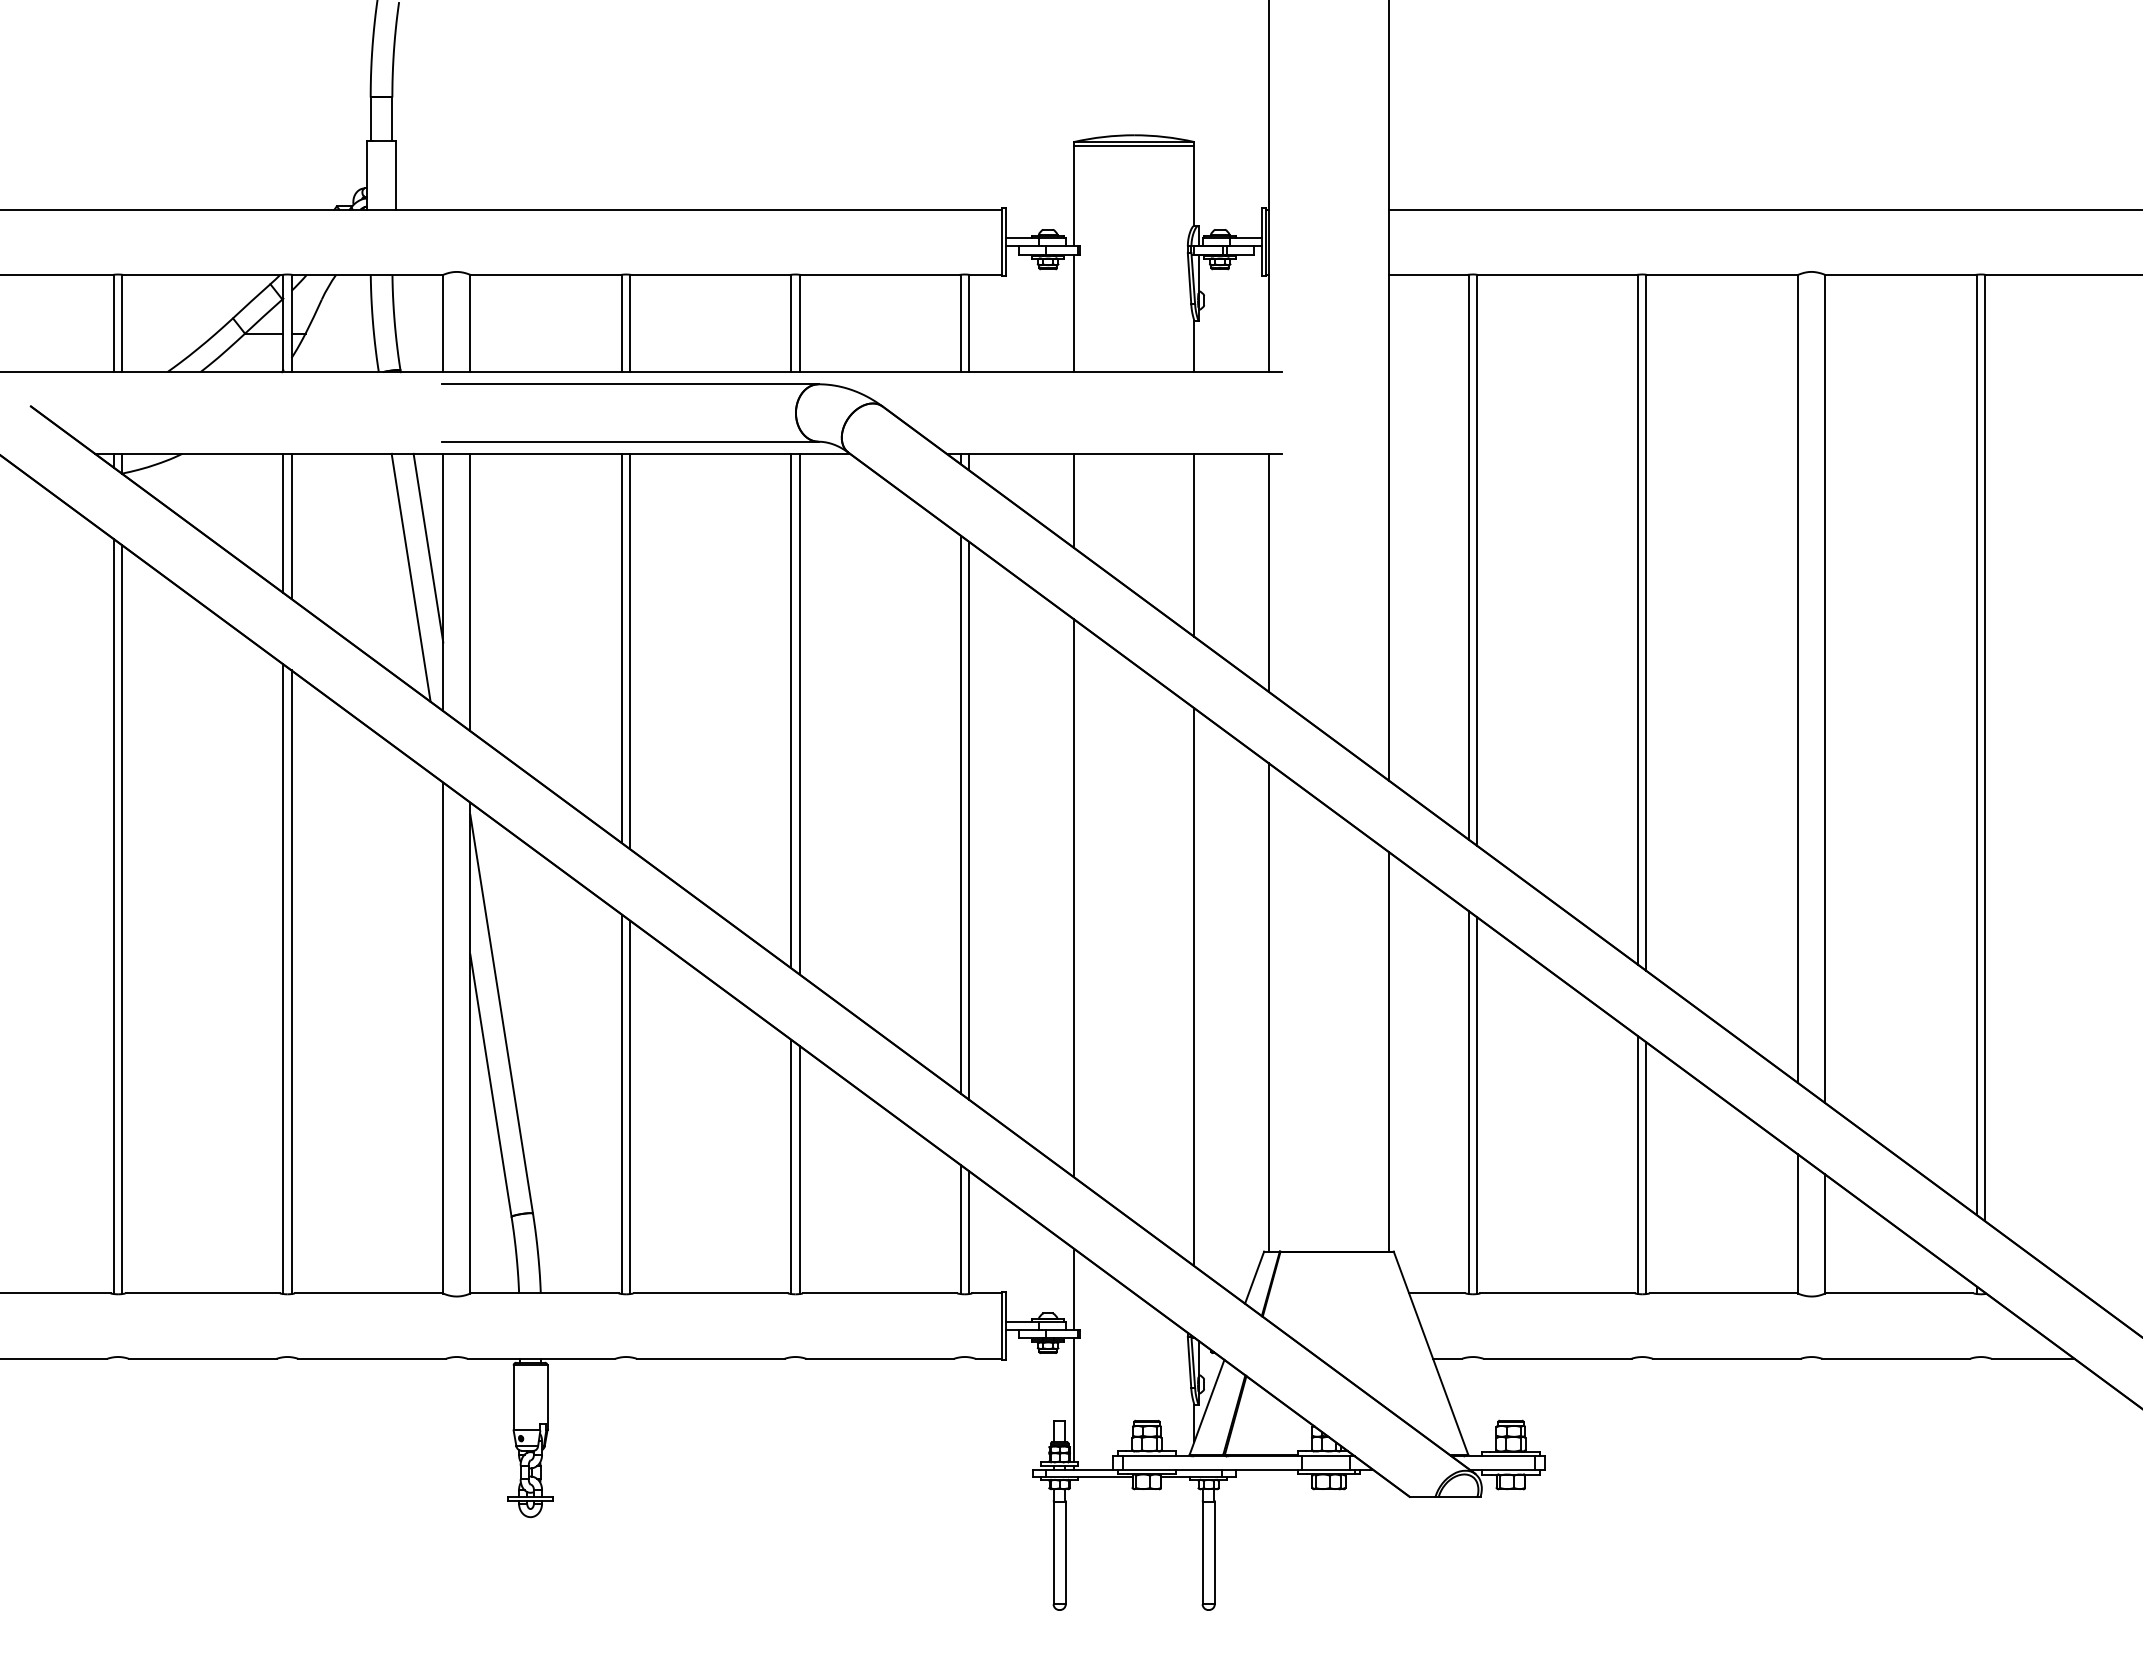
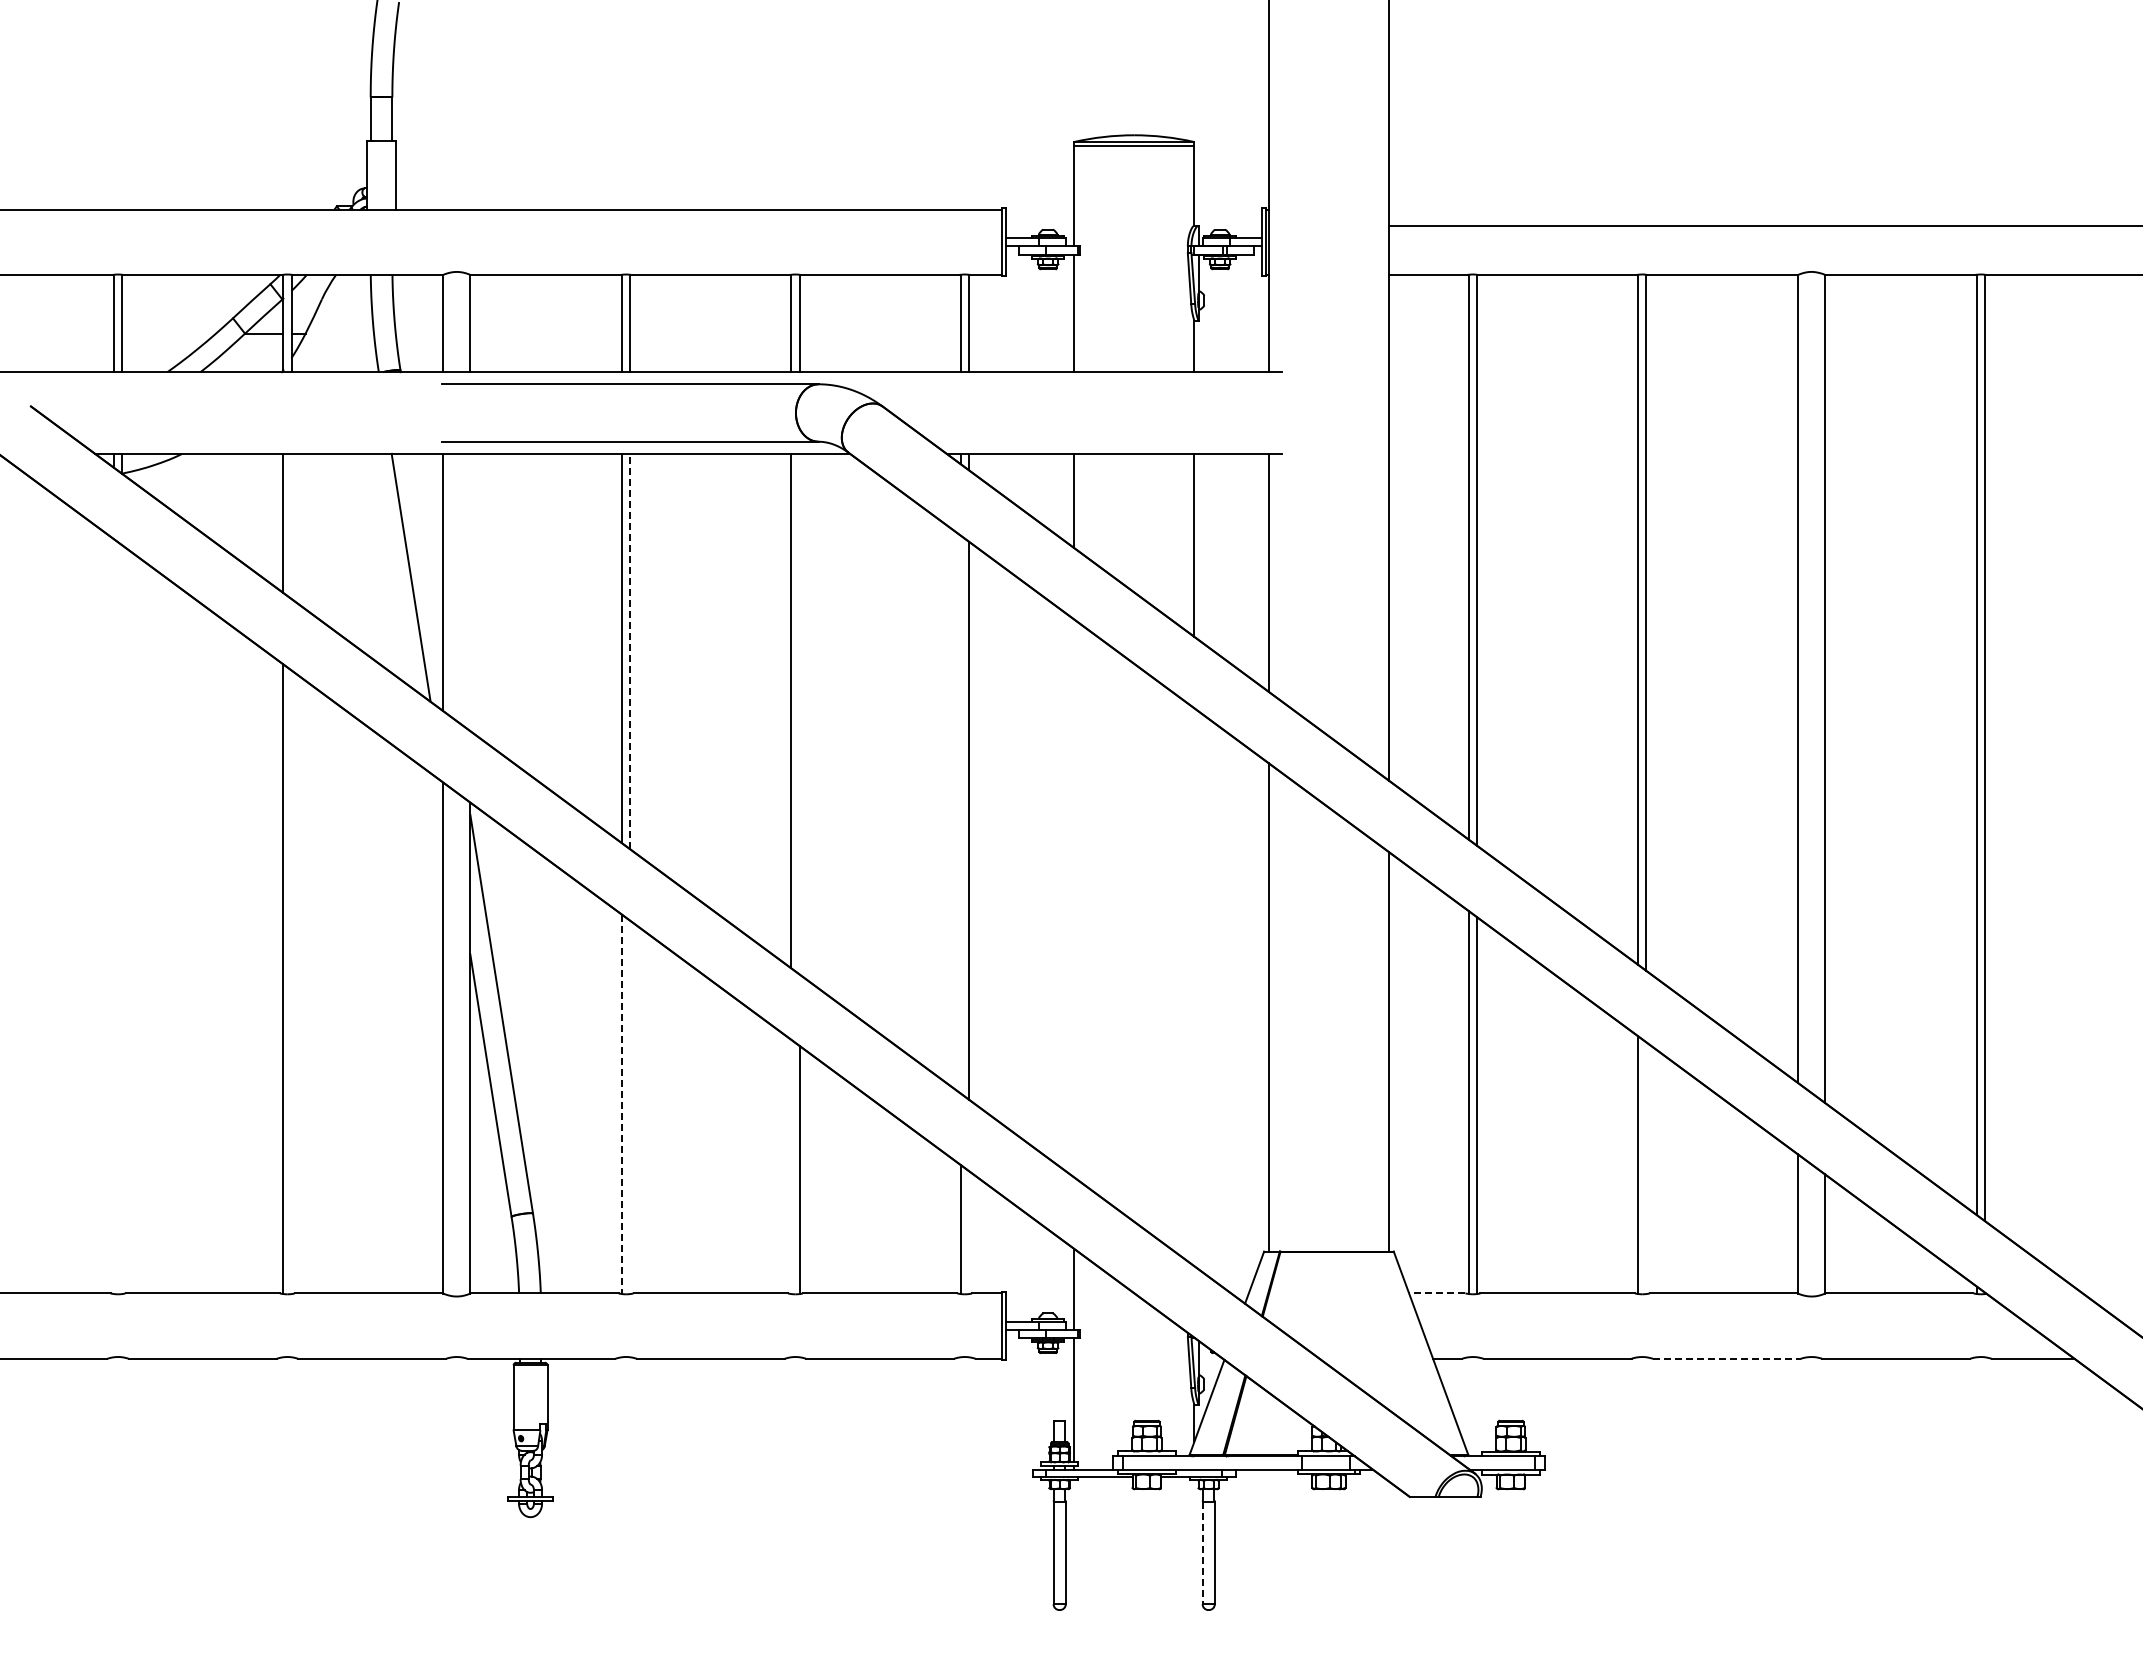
line at (1764, 209) position: (1764, 209) -> (1764, 225)
line at (291, 526): present -> none
line at (428, 547): present -> none
line at (470, 592): present -> none
line at (630, 651): solid -> dashed
line at (799, 713): present -> none
line at (960, 814): present -> none
line at (1073, 898): present -> none
line at (114, 916): present -> none
line at (122, 919): present -> none
line at (291, 982): present -> none
line at (1194, 987): present -> none
line at (622, 1104): solid -> dashed
line at (630, 1107): present -> none
line at (791, 1166): present -> none
line at (1646, 1167): present -> none
line at (968, 1232): present -> none
line at (1436, 1293): solid -> dashed
line at (1726, 1358): solid -> dashed
line at (1202, 1553): solid -> dashed
